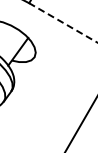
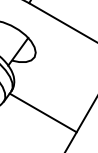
line at (62, 22): dashed -> solid
line at (42, 112): none -> present
